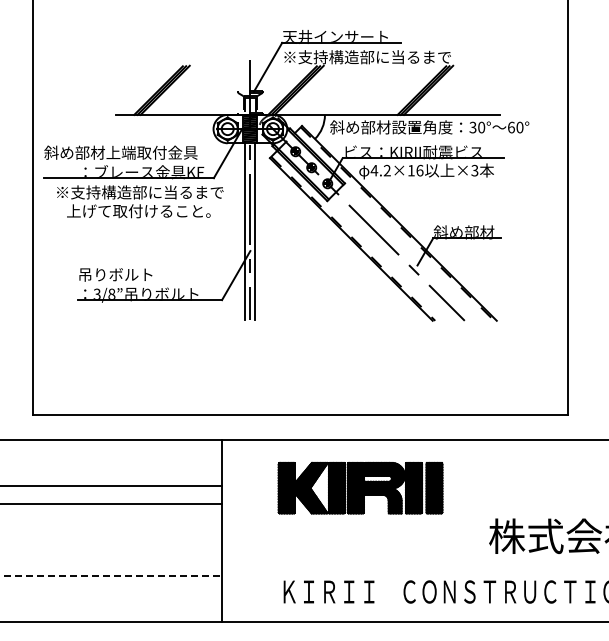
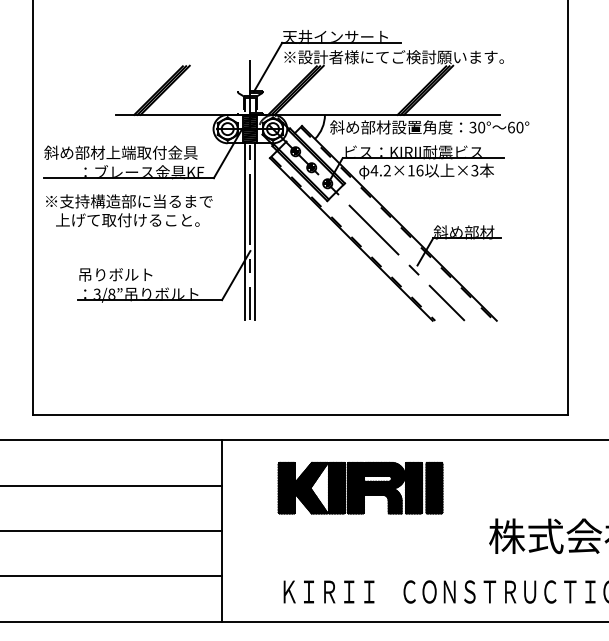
text at (400, 57): ※支持構造部に当るまで -> ※設計者様にてご検討願います。
text at (140, 201) position: (140, 201) -> (129, 210)
line at (112, 504) position: (112, 504) -> (112, 531)
line at (111, 576): dashed -> solid
